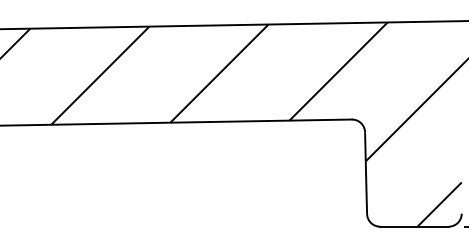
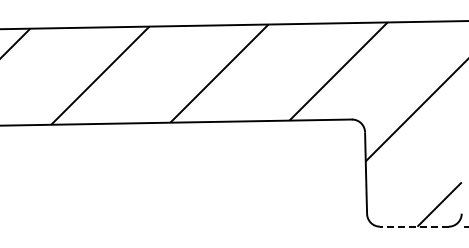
line at (413, 226): solid -> dashed
